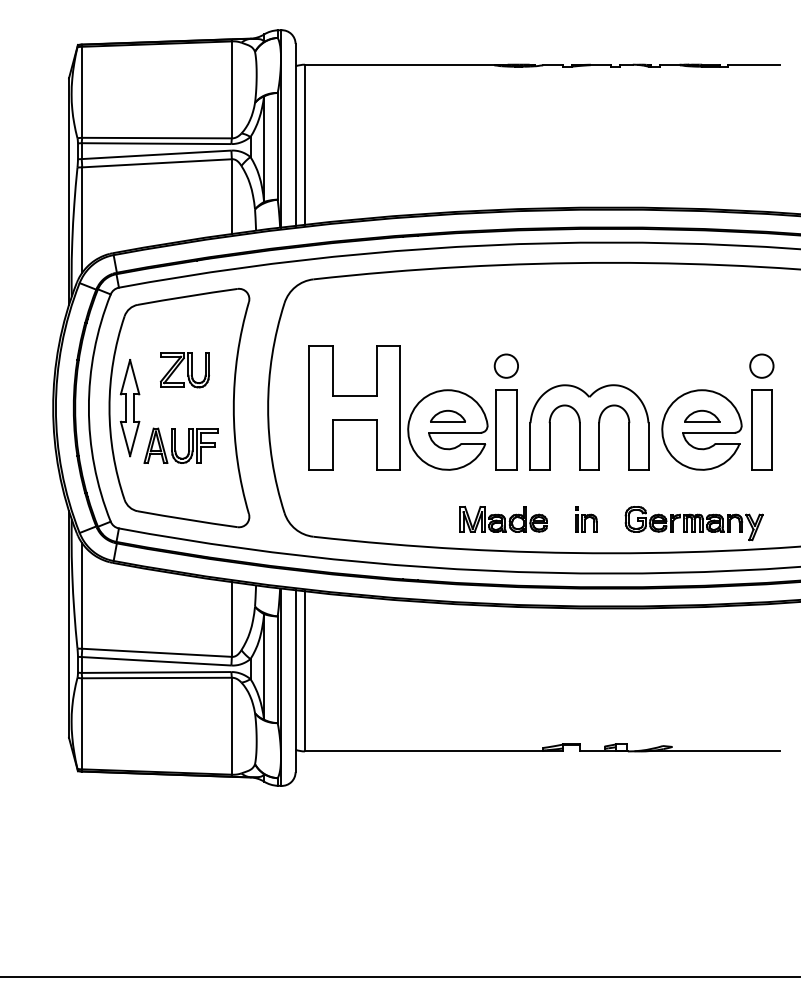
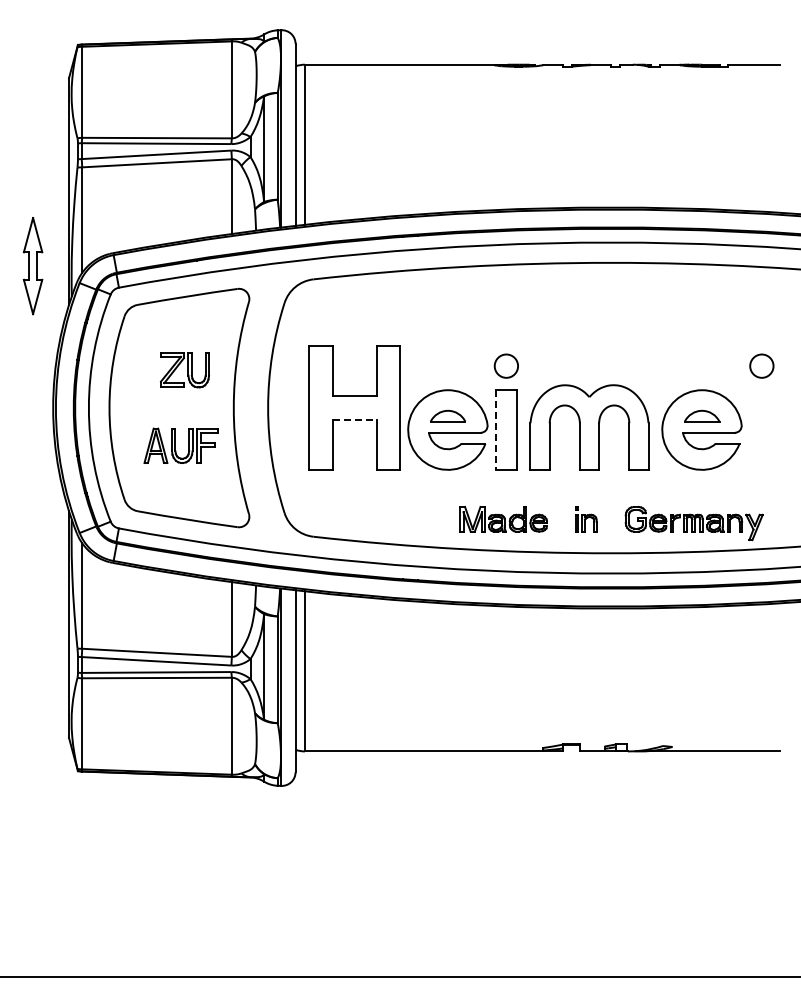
part at (129, 408) position: (129, 408) -> (32, 266)
line at (354, 419): solid -> dashed
part at (761, 429): present -> none
line at (496, 430): solid -> dashed
